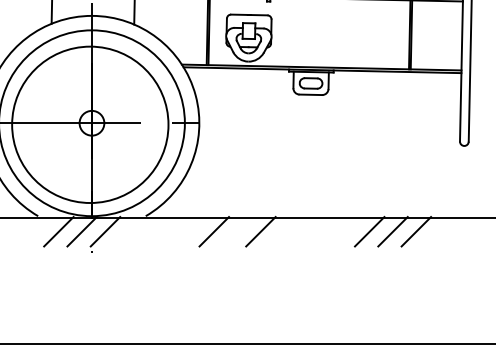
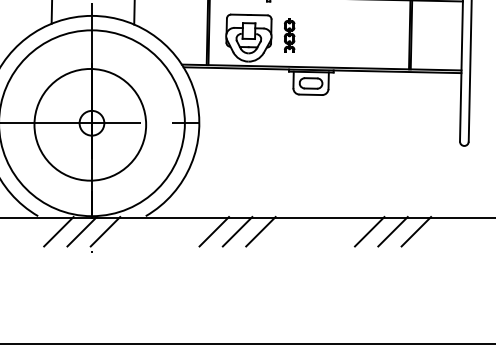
part at (289, 35): none -> present
circle at (90, 124) diameter: 156 px -> 112 px
line at (237, 231): none -> present
